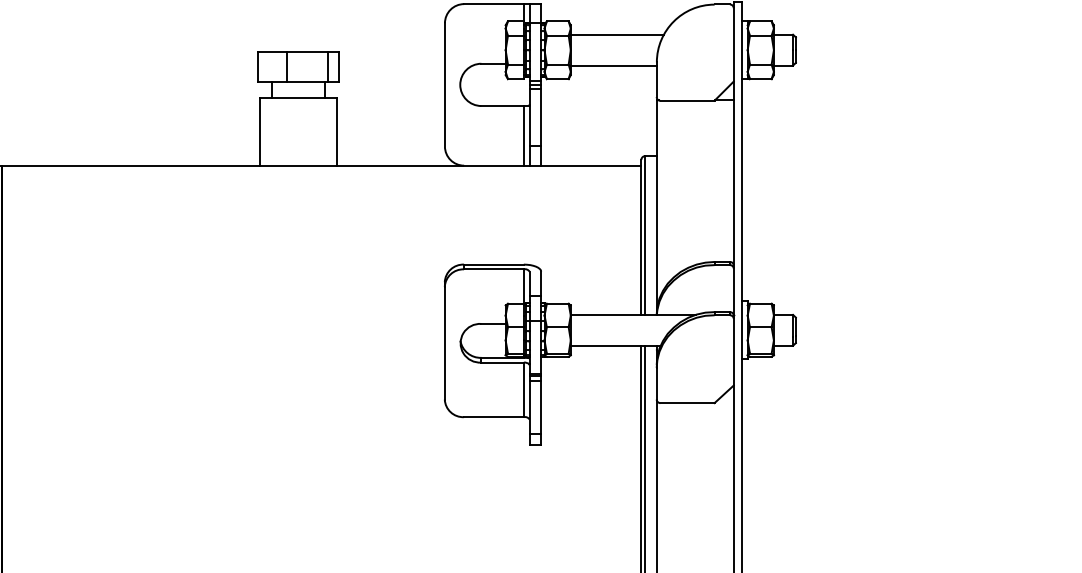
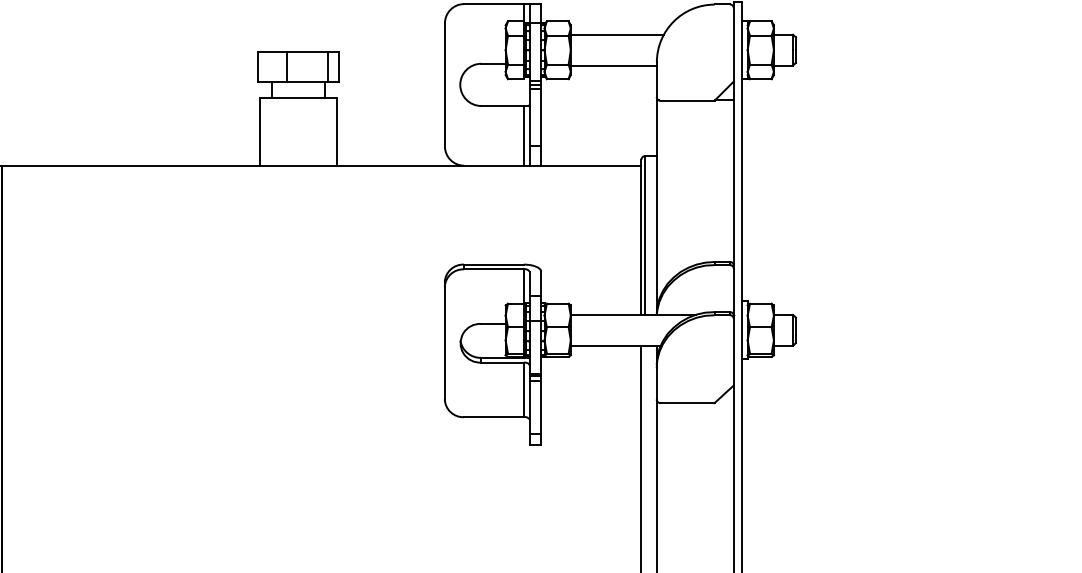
line at (645, 457): present -> none
